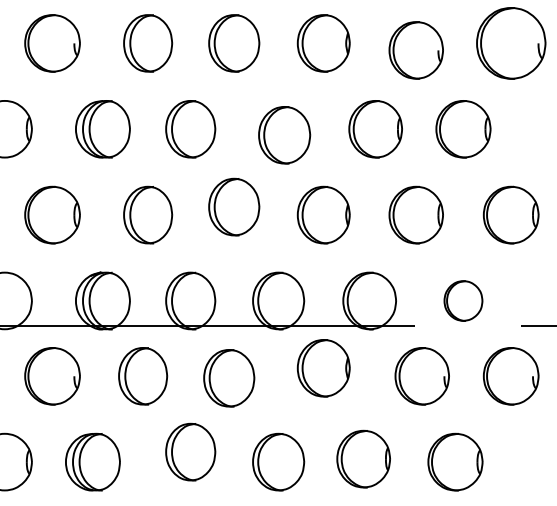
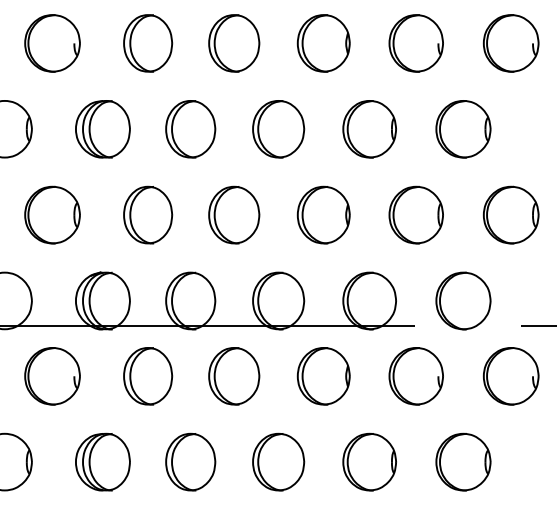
part at (511, 43) size: 71x73 px -> 58x59 px
part at (415, 50) position: (415, 50) -> (415, 43)
part at (375, 129) position: (375, 129) -> (369, 129)
part at (284, 135) position: (284, 135) -> (278, 129)
part at (234, 206) position: (234, 206) -> (234, 214)
part at (463, 300) size: 41x42 px -> 57x60 px
part at (323, 368) position: (323, 368) -> (323, 376)
part at (143, 376) position: (143, 376) -> (148, 376)
part at (421, 376) position: (421, 376) -> (415, 376)
part at (229, 378) position: (229, 378) -> (234, 376)
part at (190, 451) position: (190, 451) -> (190, 461)
part at (363, 458) position: (363, 458) -> (369, 461)
part at (92, 461) position: (92, 461) -> (102, 461)
part at (455, 461) position: (455, 461) -> (463, 461)
